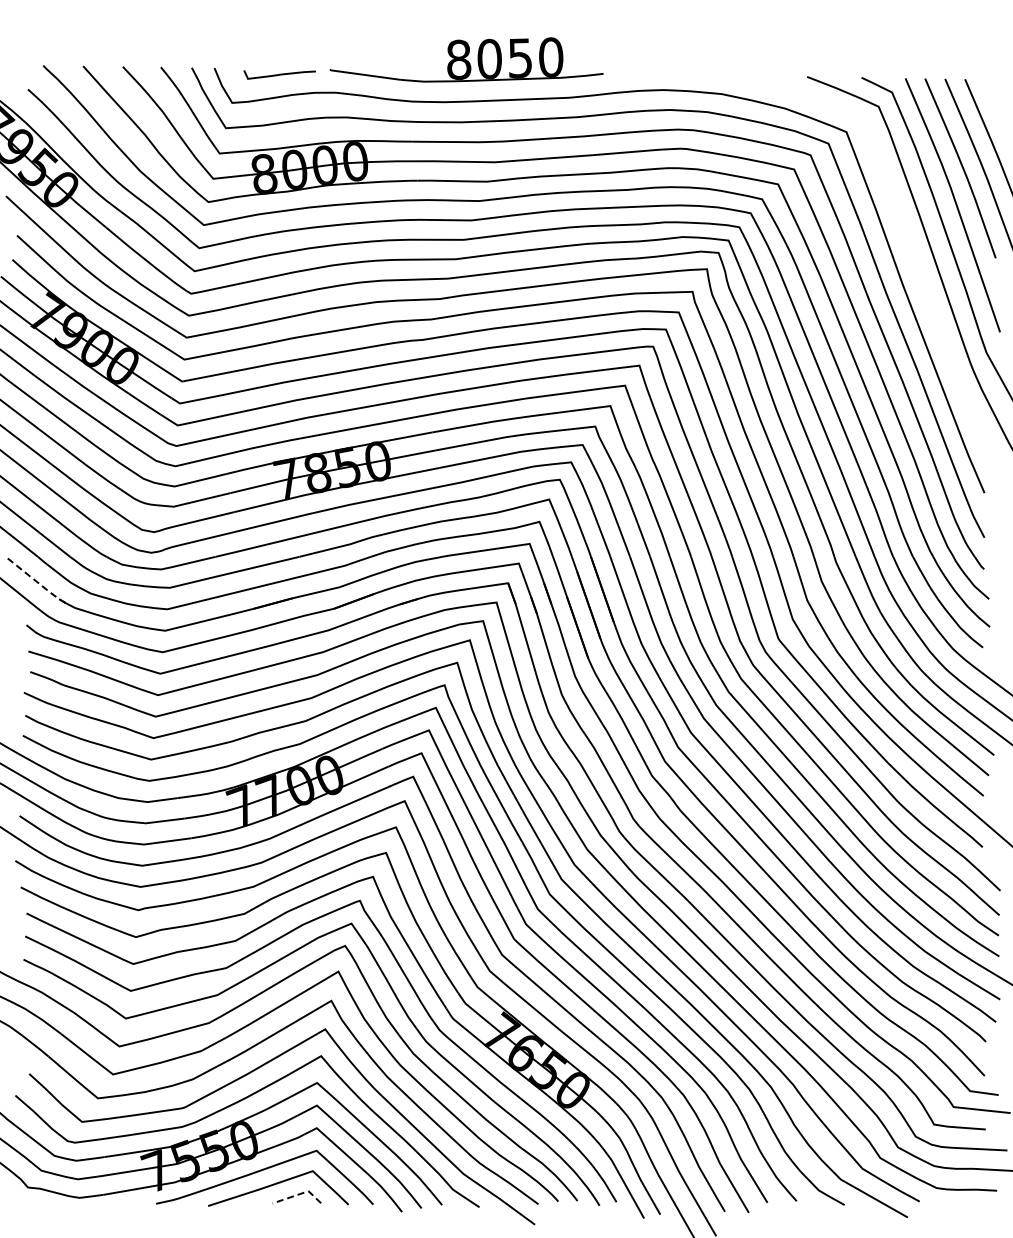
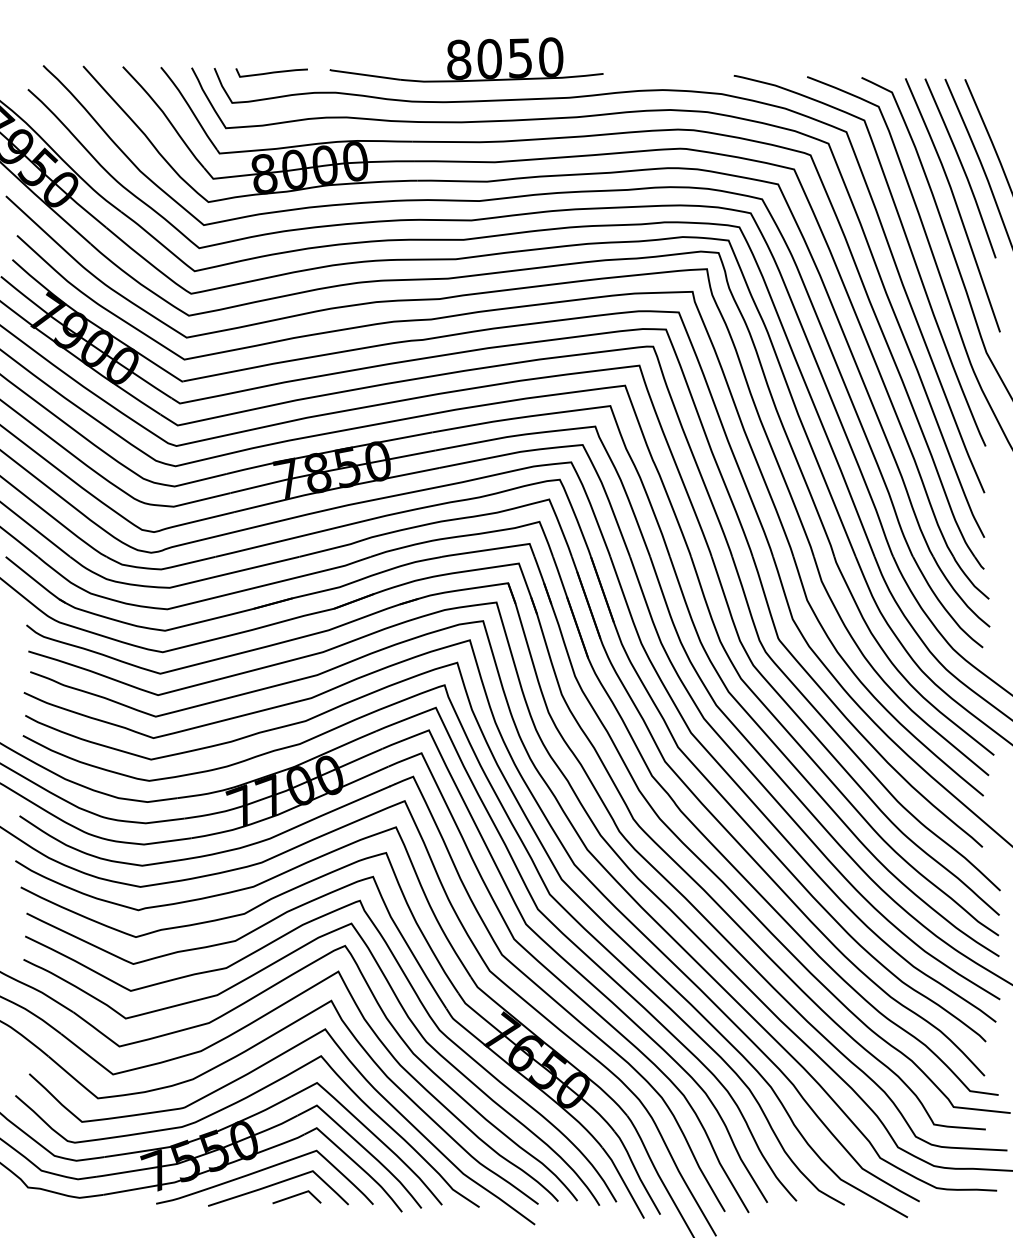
curve at (279, 74) position: (279, 74) -> (271, 72)
curve at (907, 243): none -> present
line at (35, 580): dashed -> solid
line at (299, 1194): dashed -> solid
